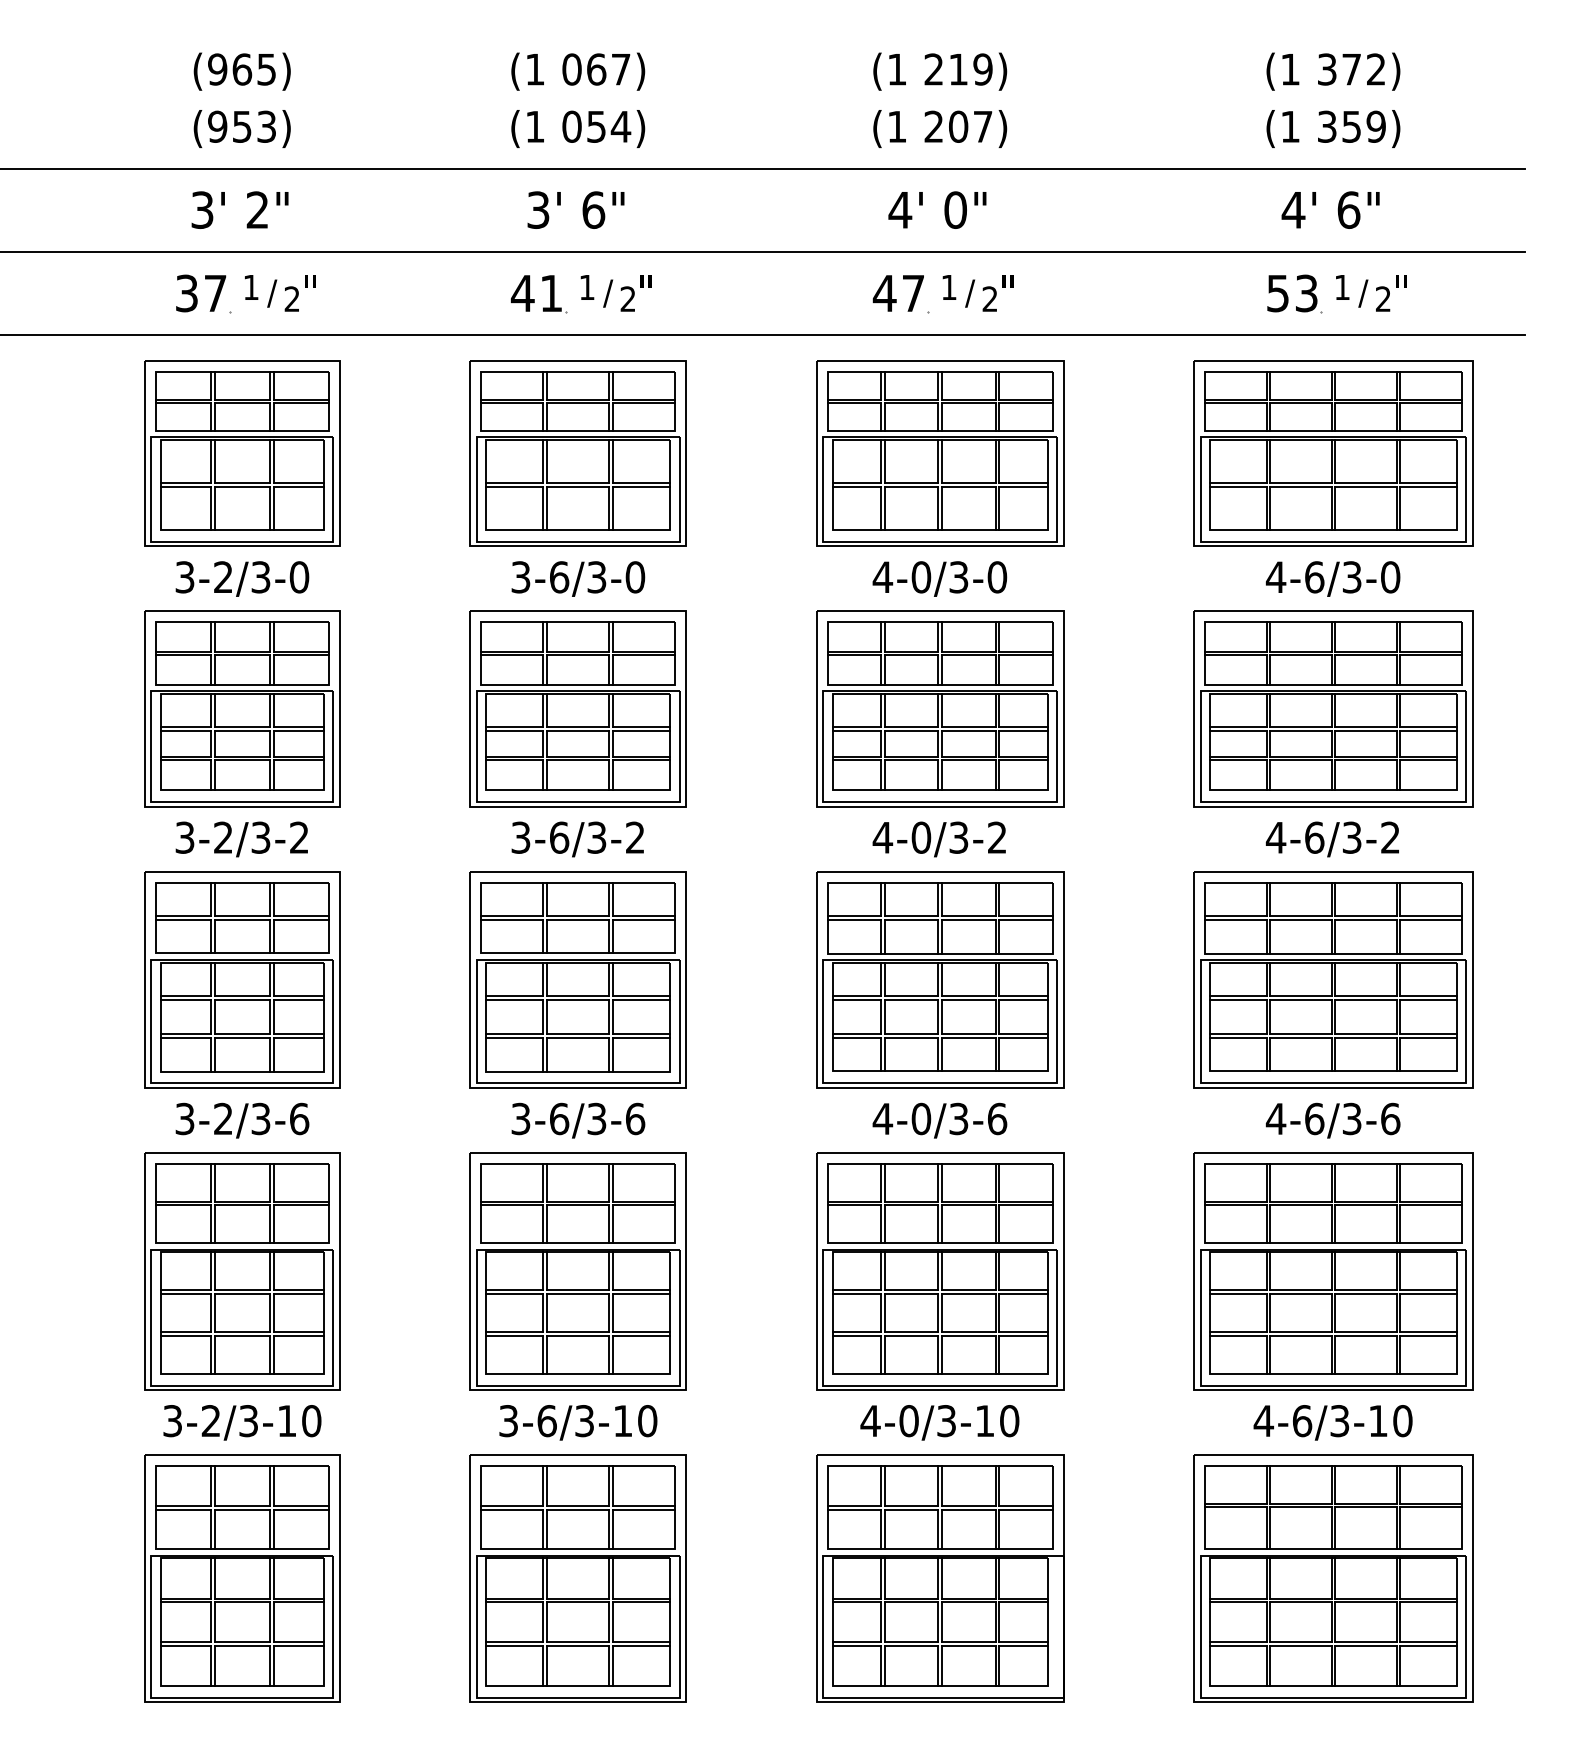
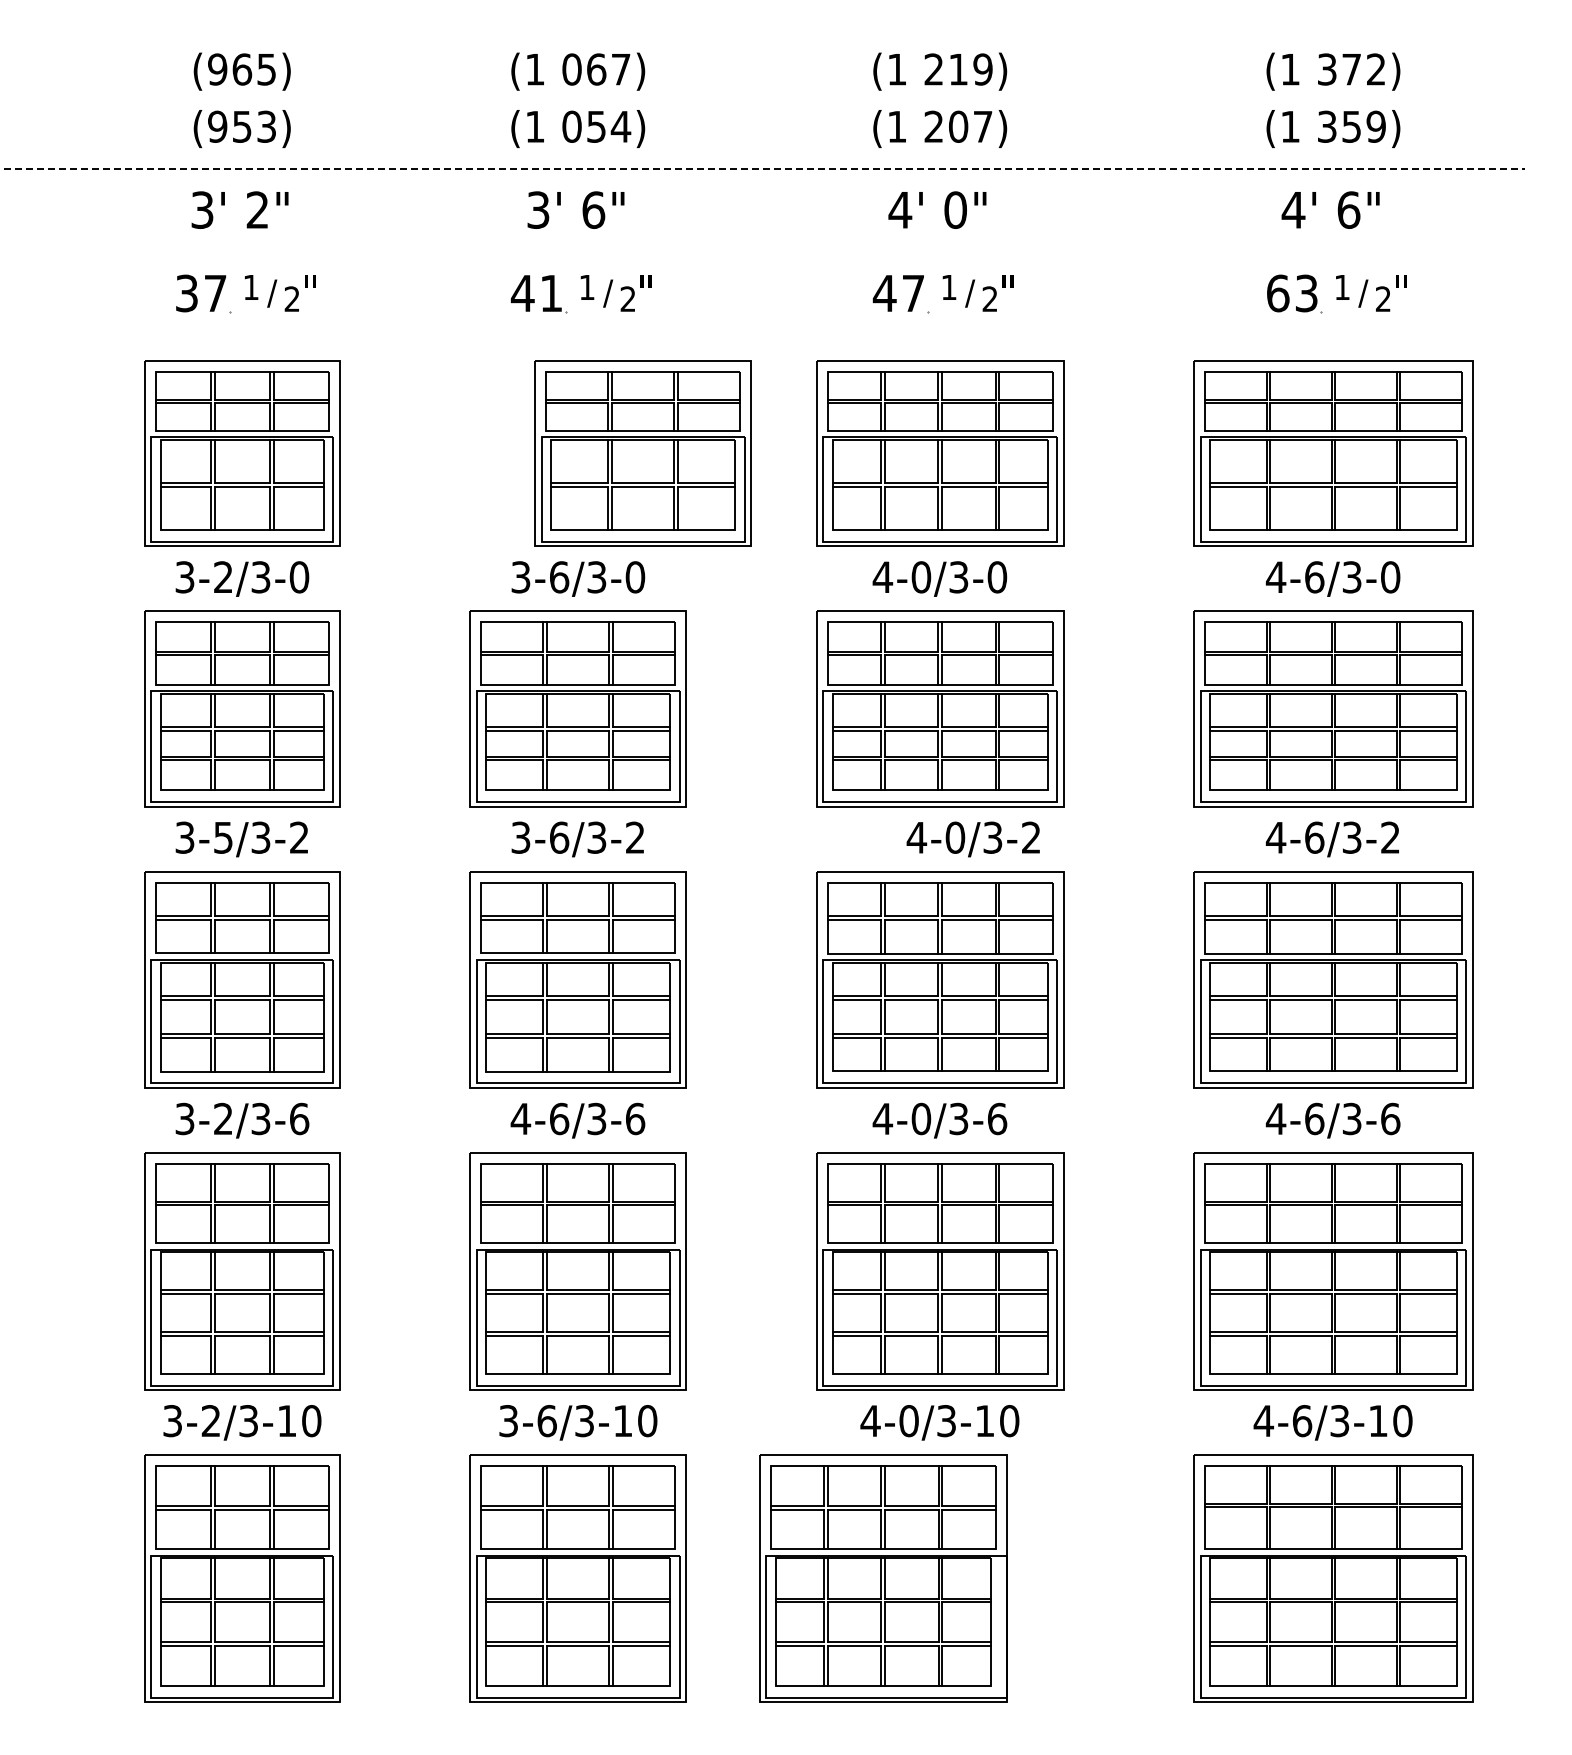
line at (763, 168): solid -> dashed
line at (763, 251): present -> none
text at (1278, 293): 53 -> 63
line at (763, 335): present -> none
part at (577, 453) position: (577, 453) -> (642, 453)
text at (223, 837): 3-2/3-2 -> 3-5/3-2
text at (938, 839) position: (938, 839) -> (972, 839)
text at (520, 1118): 3-6/3-6 -> 4-6/3-6
part at (940, 1578) position: (940, 1578) -> (883, 1578)
